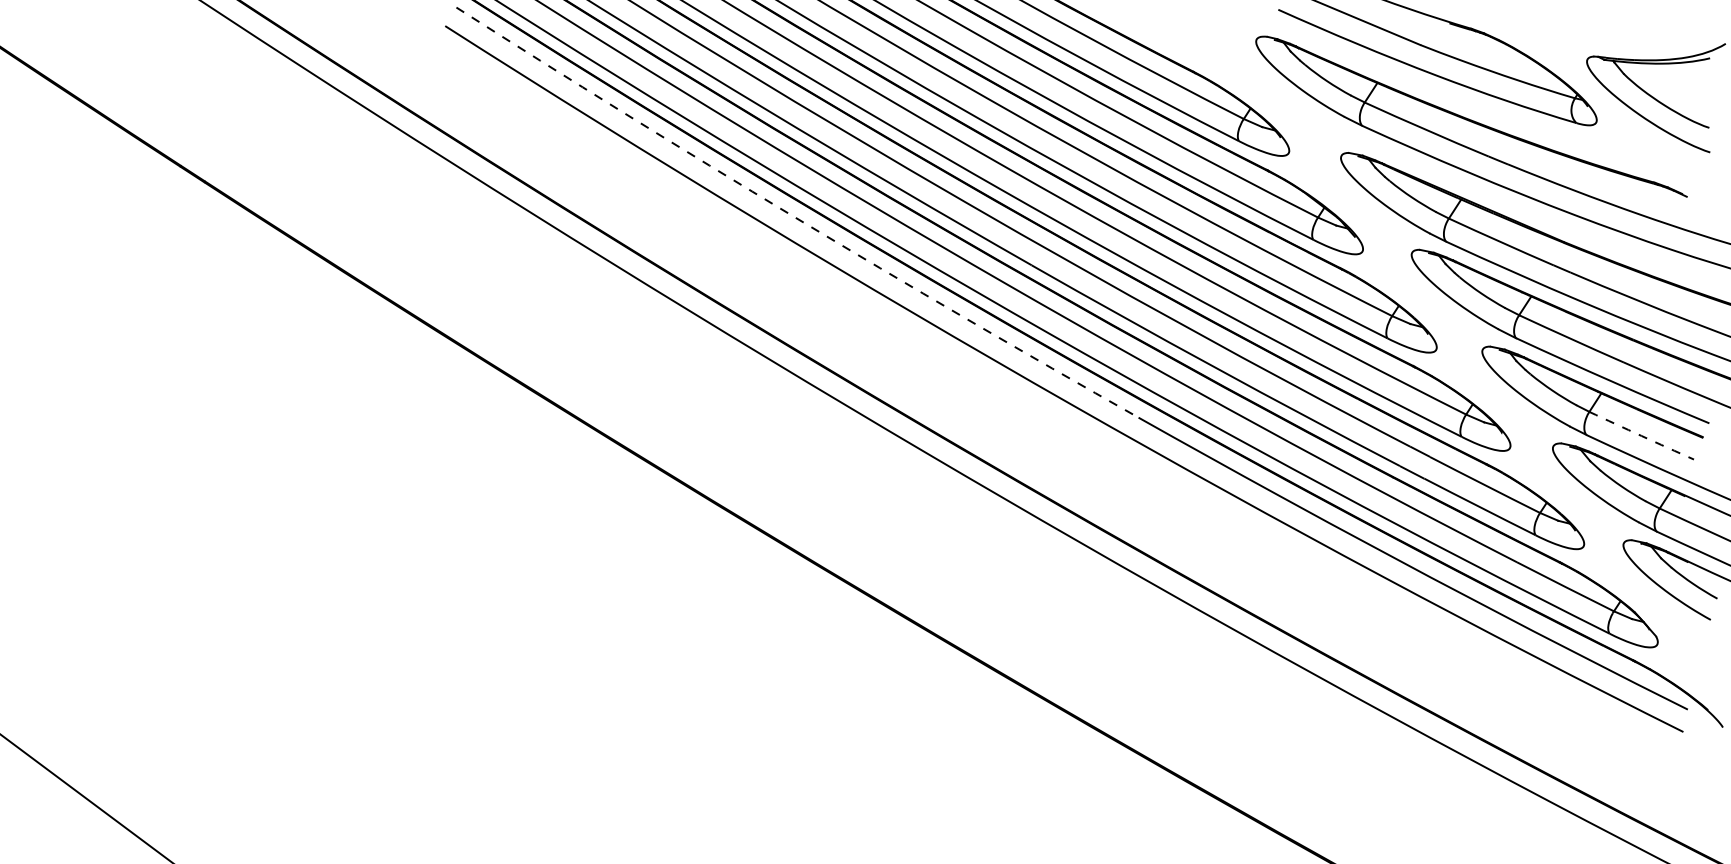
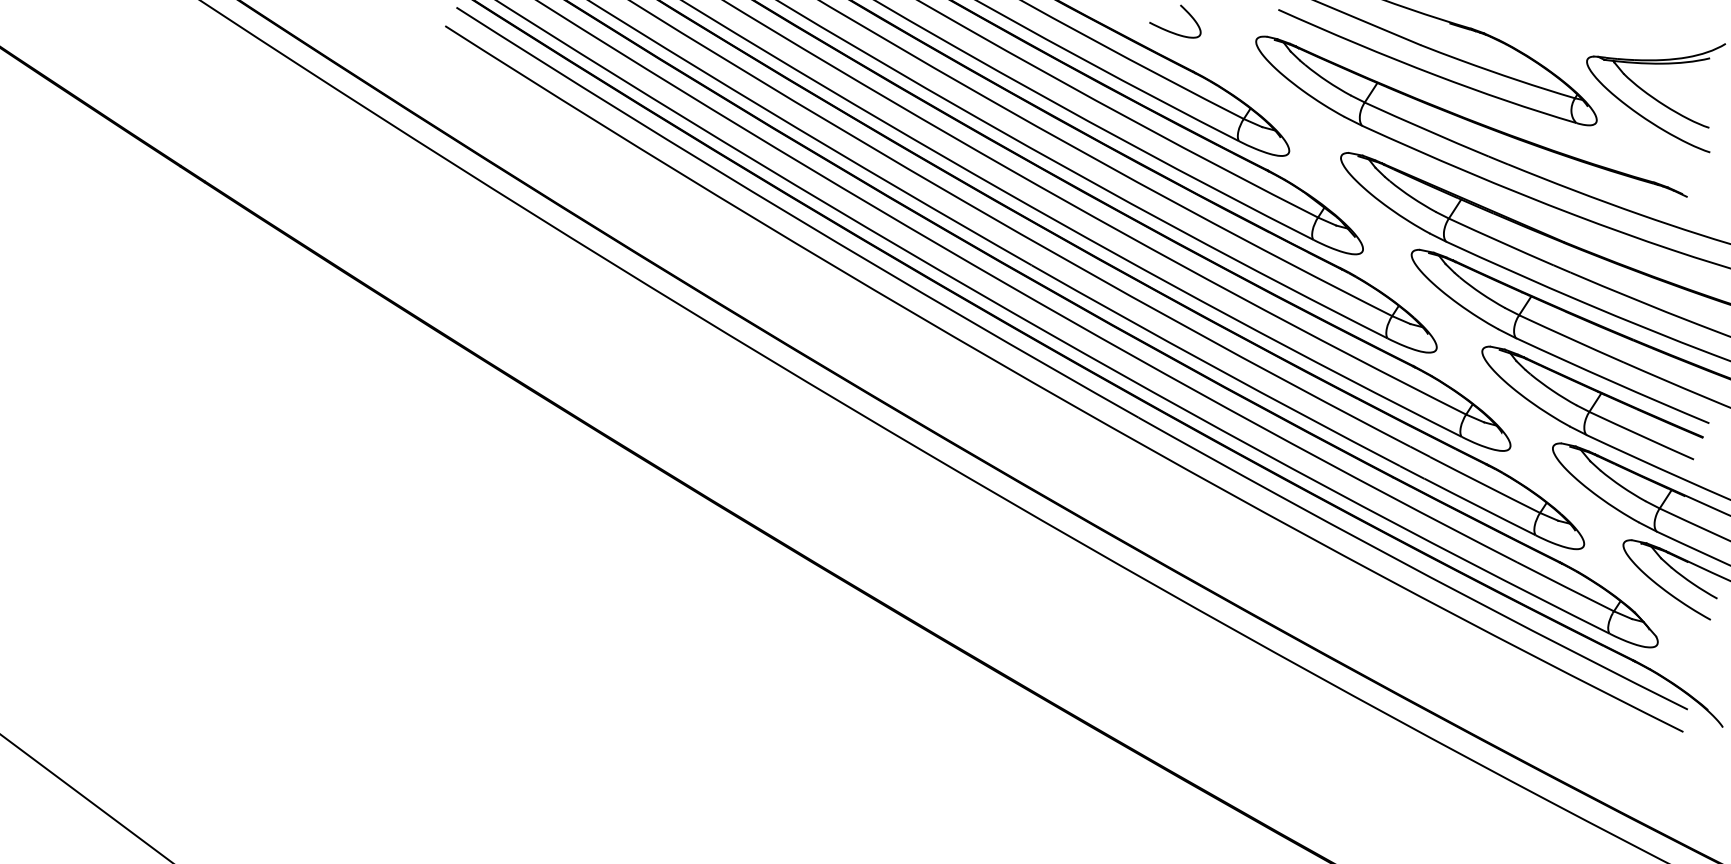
curve at (1172, 31): none -> present
arc at (794, 217): dashed -> solid
arc at (1641, 435): dashed -> solid
